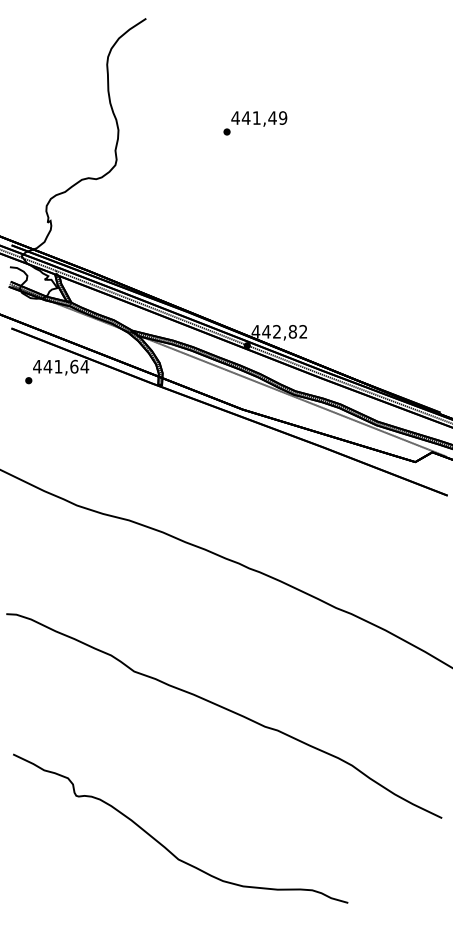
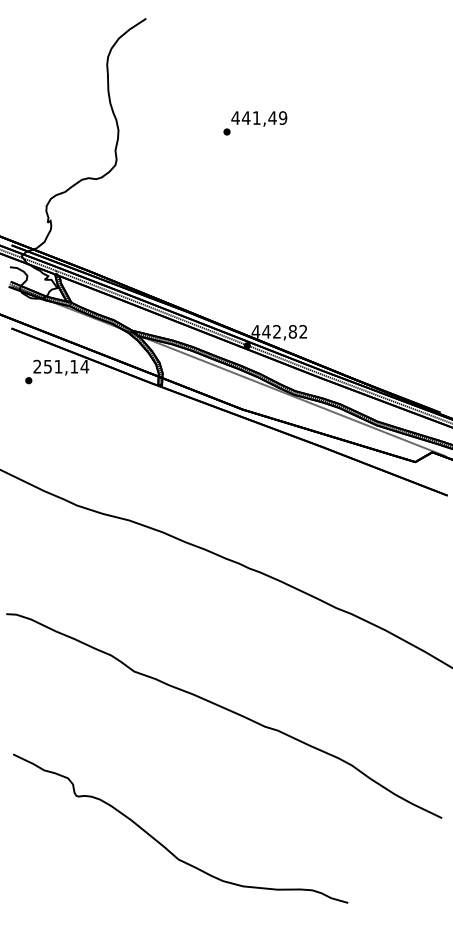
text at (55, 366): 441,64 -> 251,14
